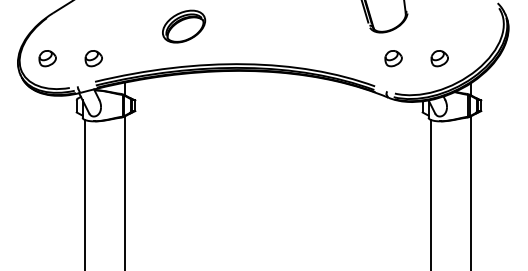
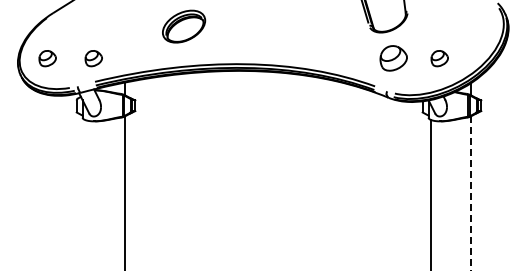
part at (393, 58) size: 19x18 px -> 29x27 px
line at (85, 193): present -> none
line at (470, 193): solid -> dashed
